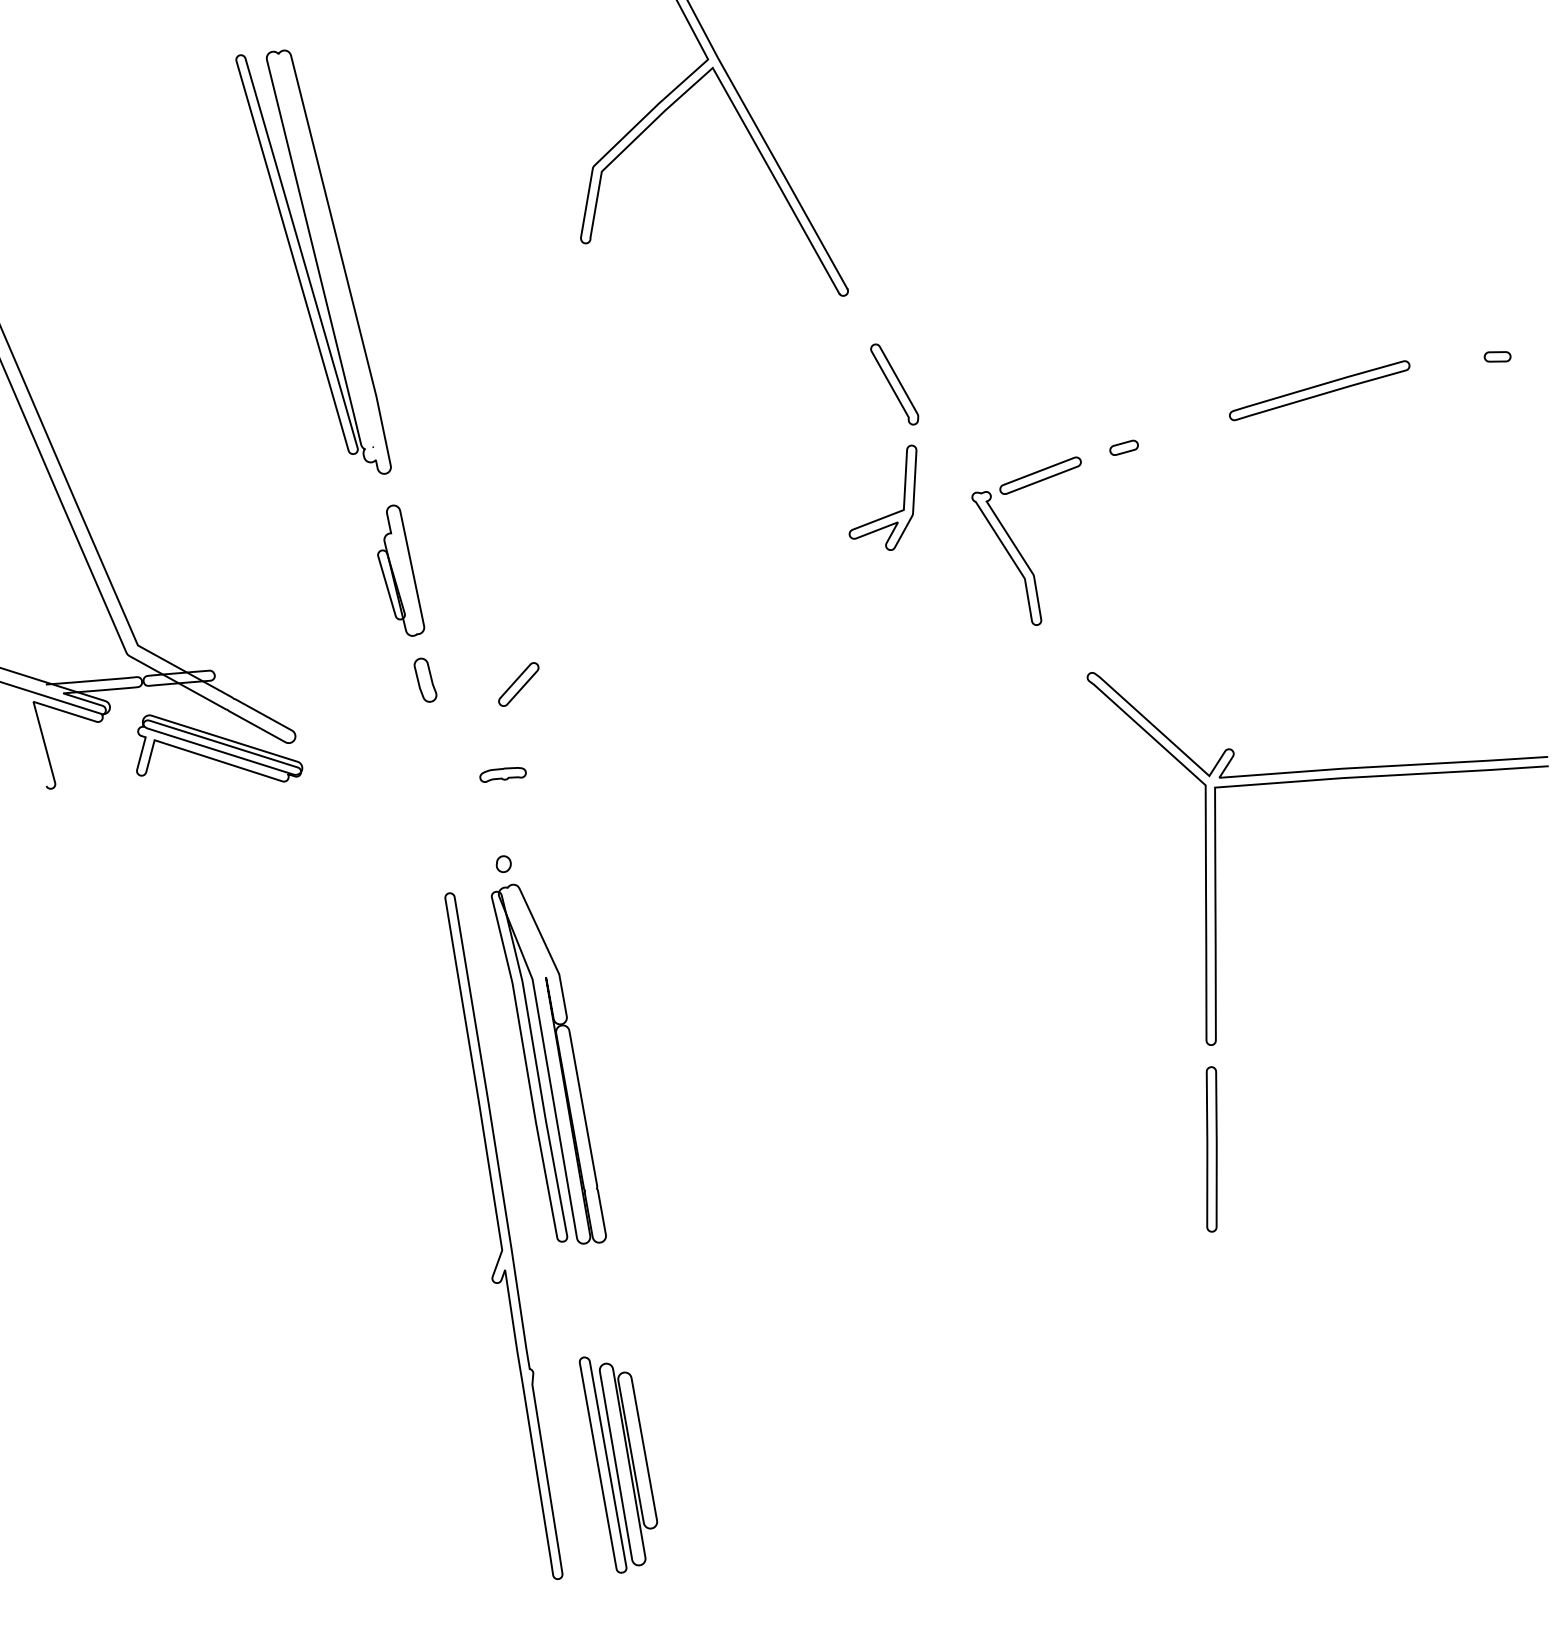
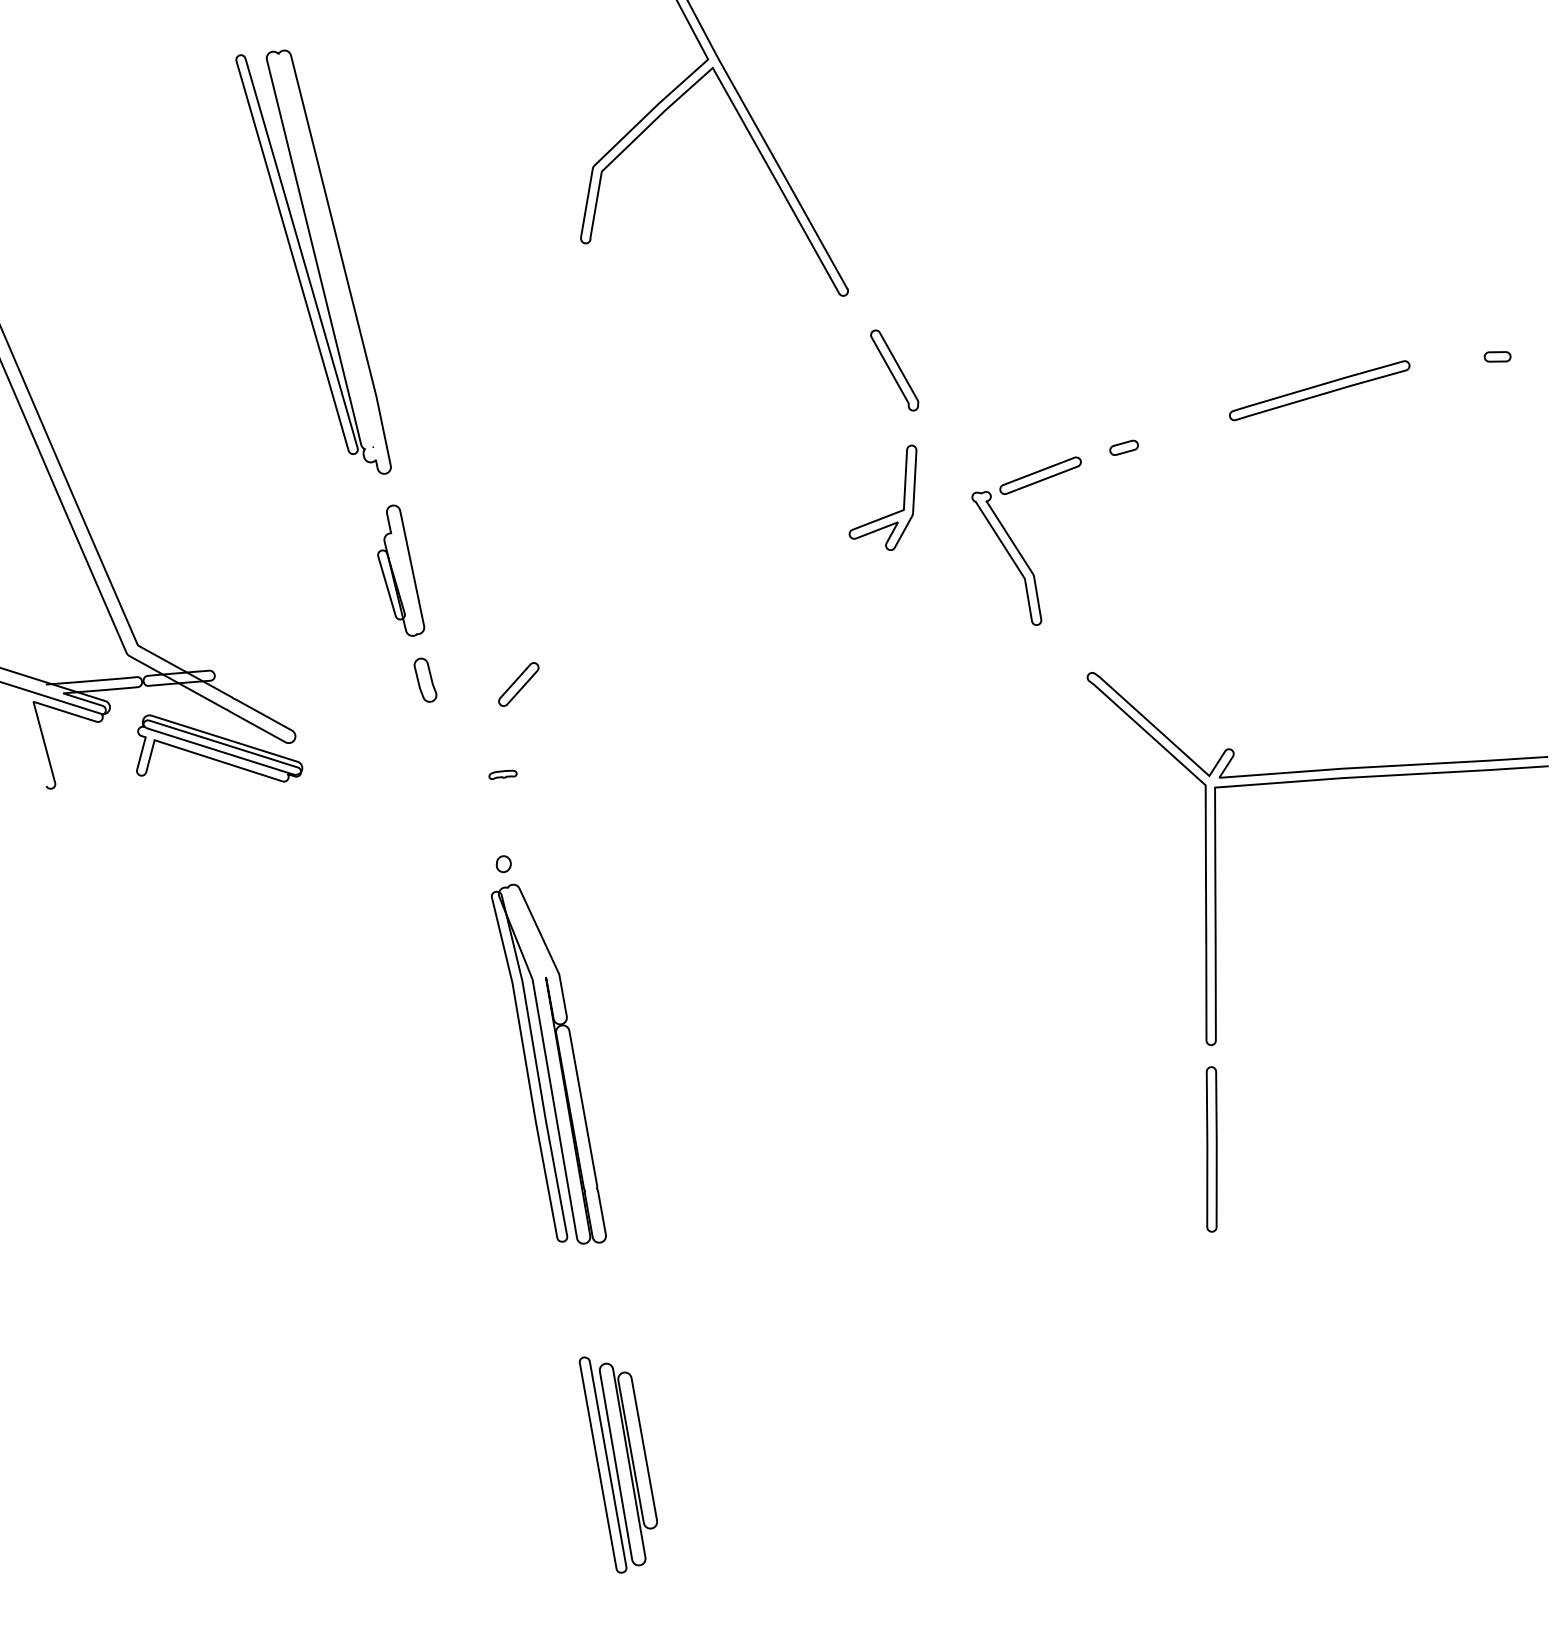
part at (894, 384) position: (894, 384) -> (894, 370)
part at (502, 774) size: 48x16 px -> 30x12 px
part at (503, 1235): present -> none
